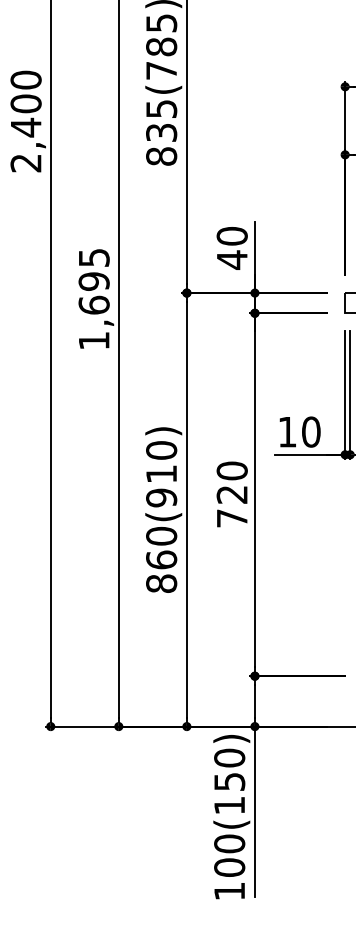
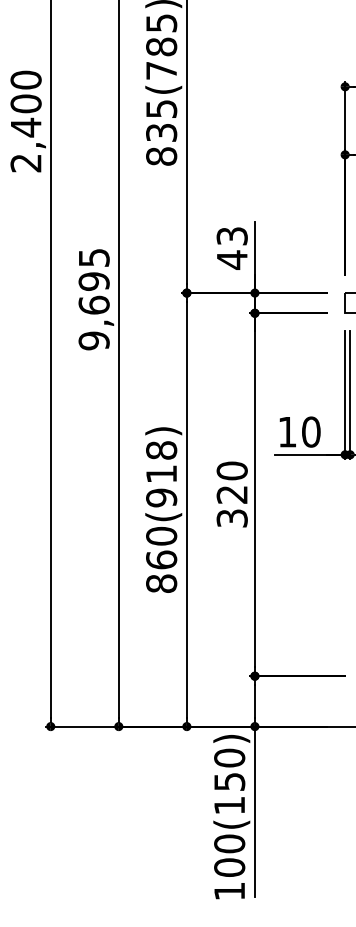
text at (231, 235): 40 -> 43
text at (93, 340): 1,695 -> 9,695
text at (161, 450): 860(910) -> 860(918)
text at (231, 518): 720 -> 320
